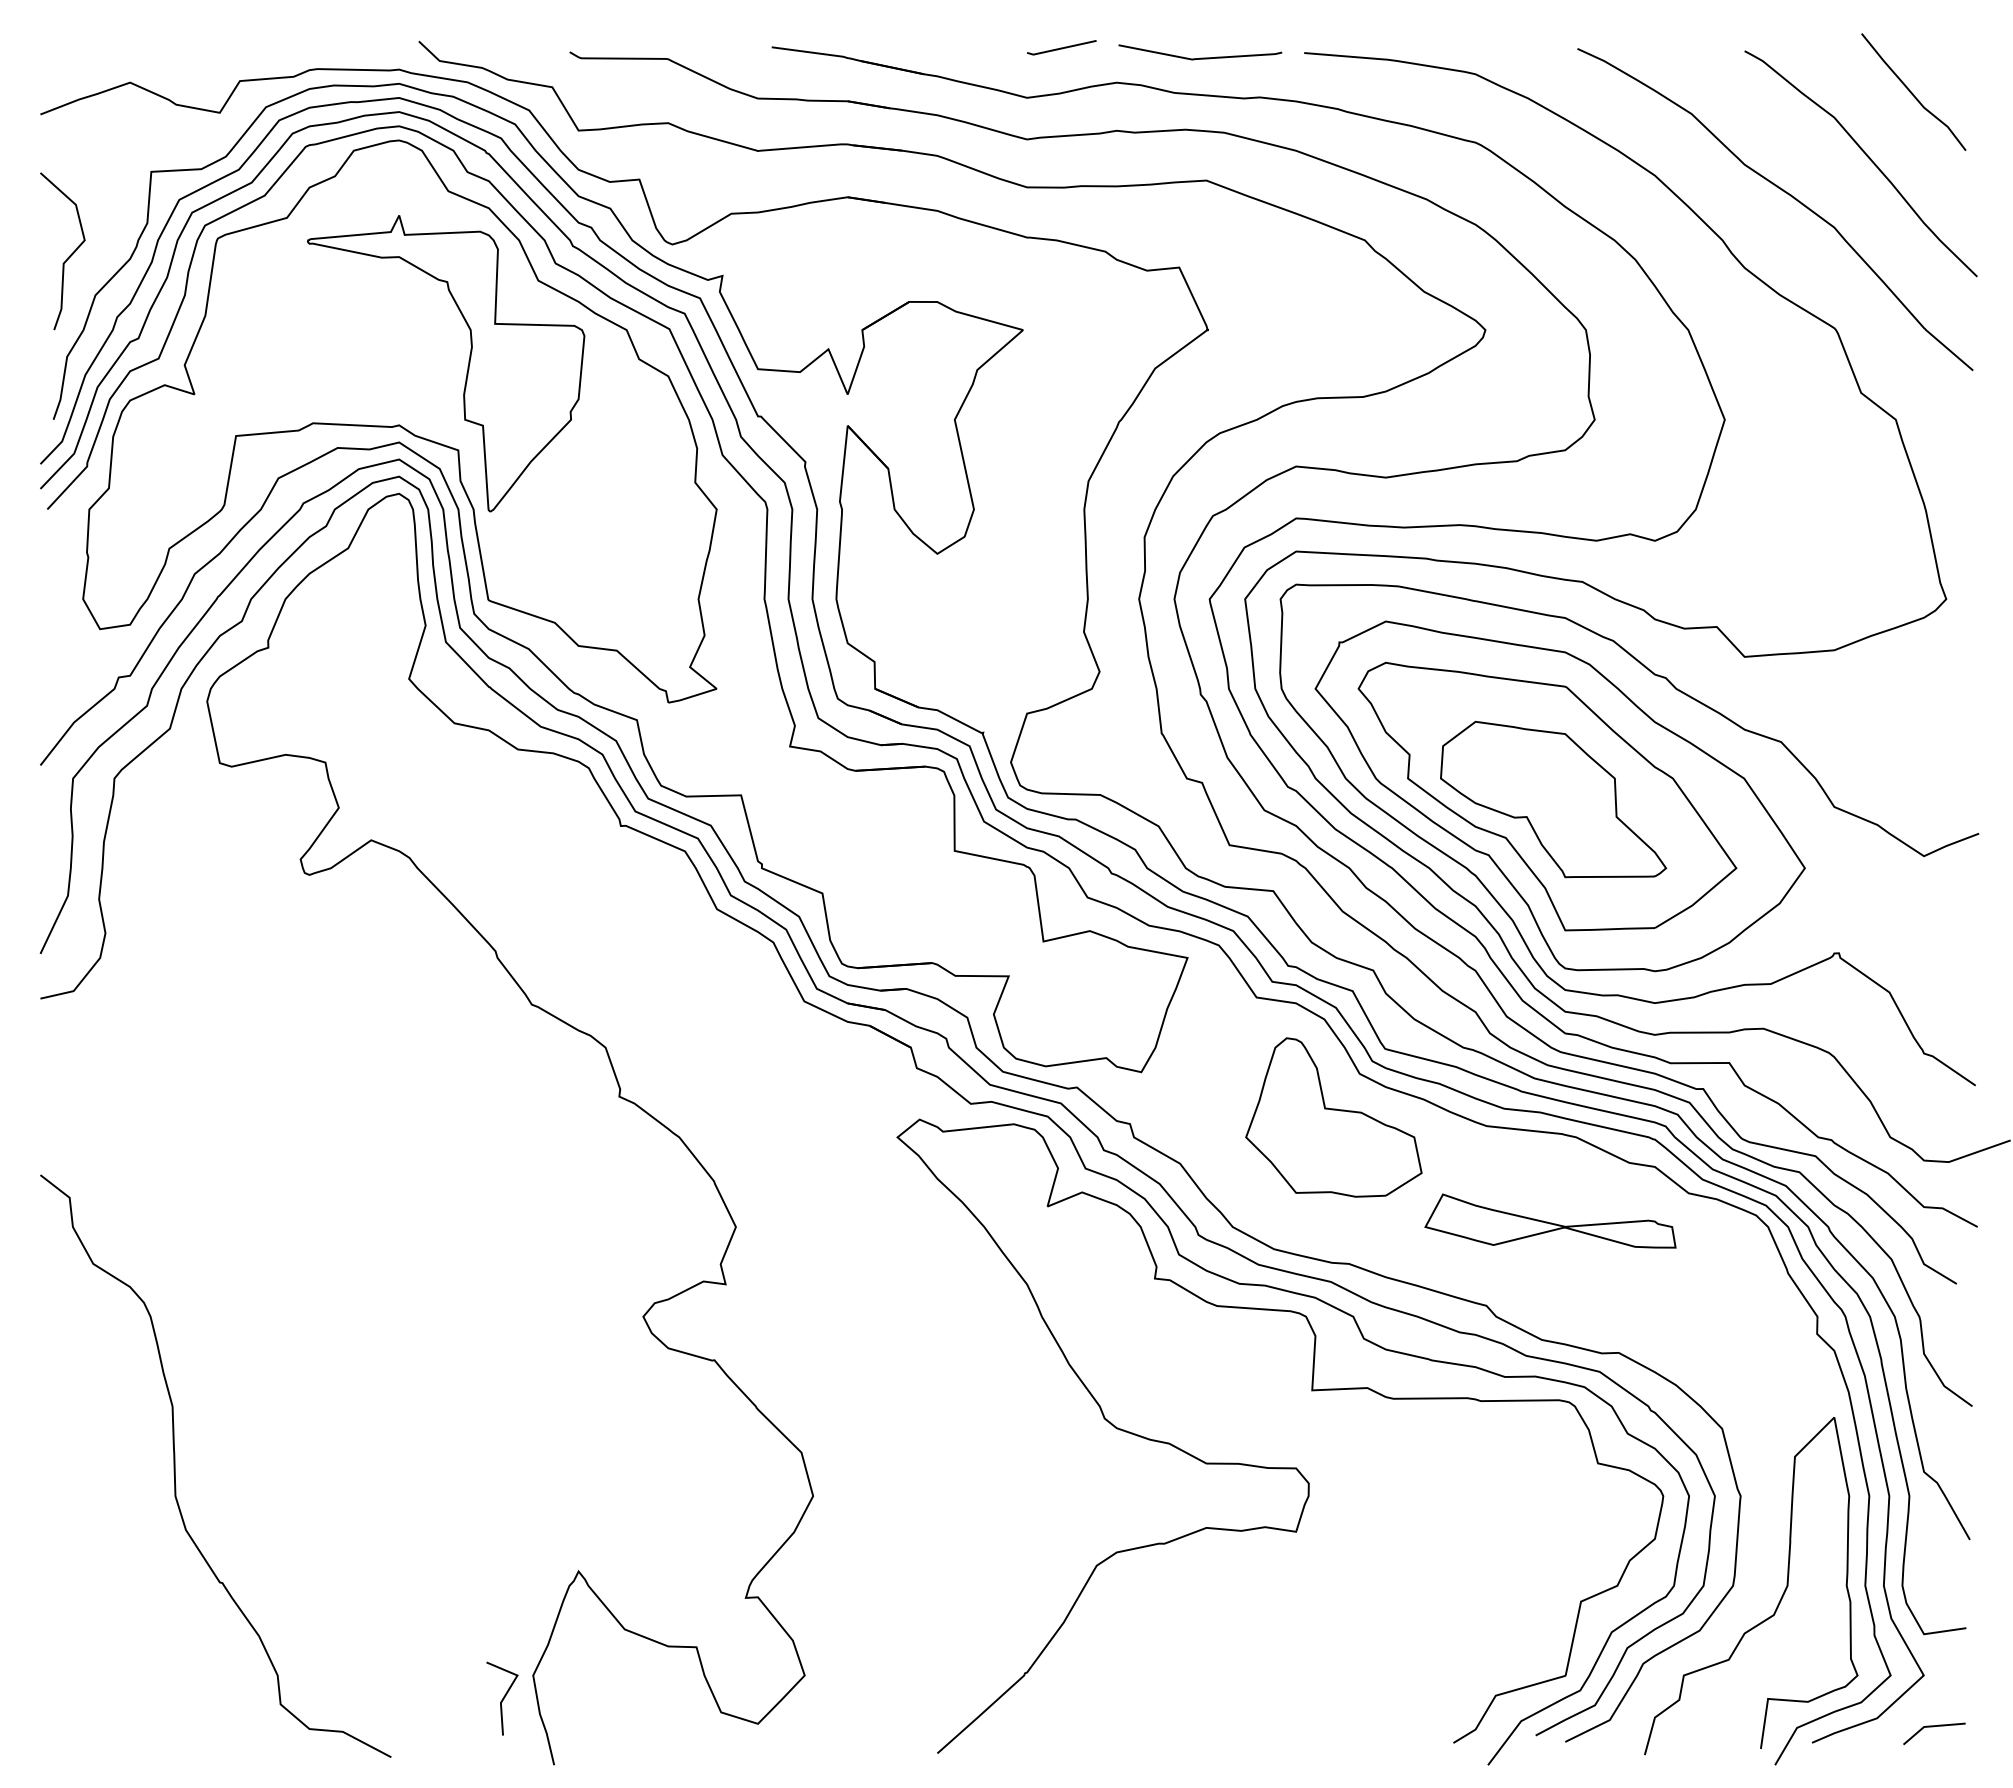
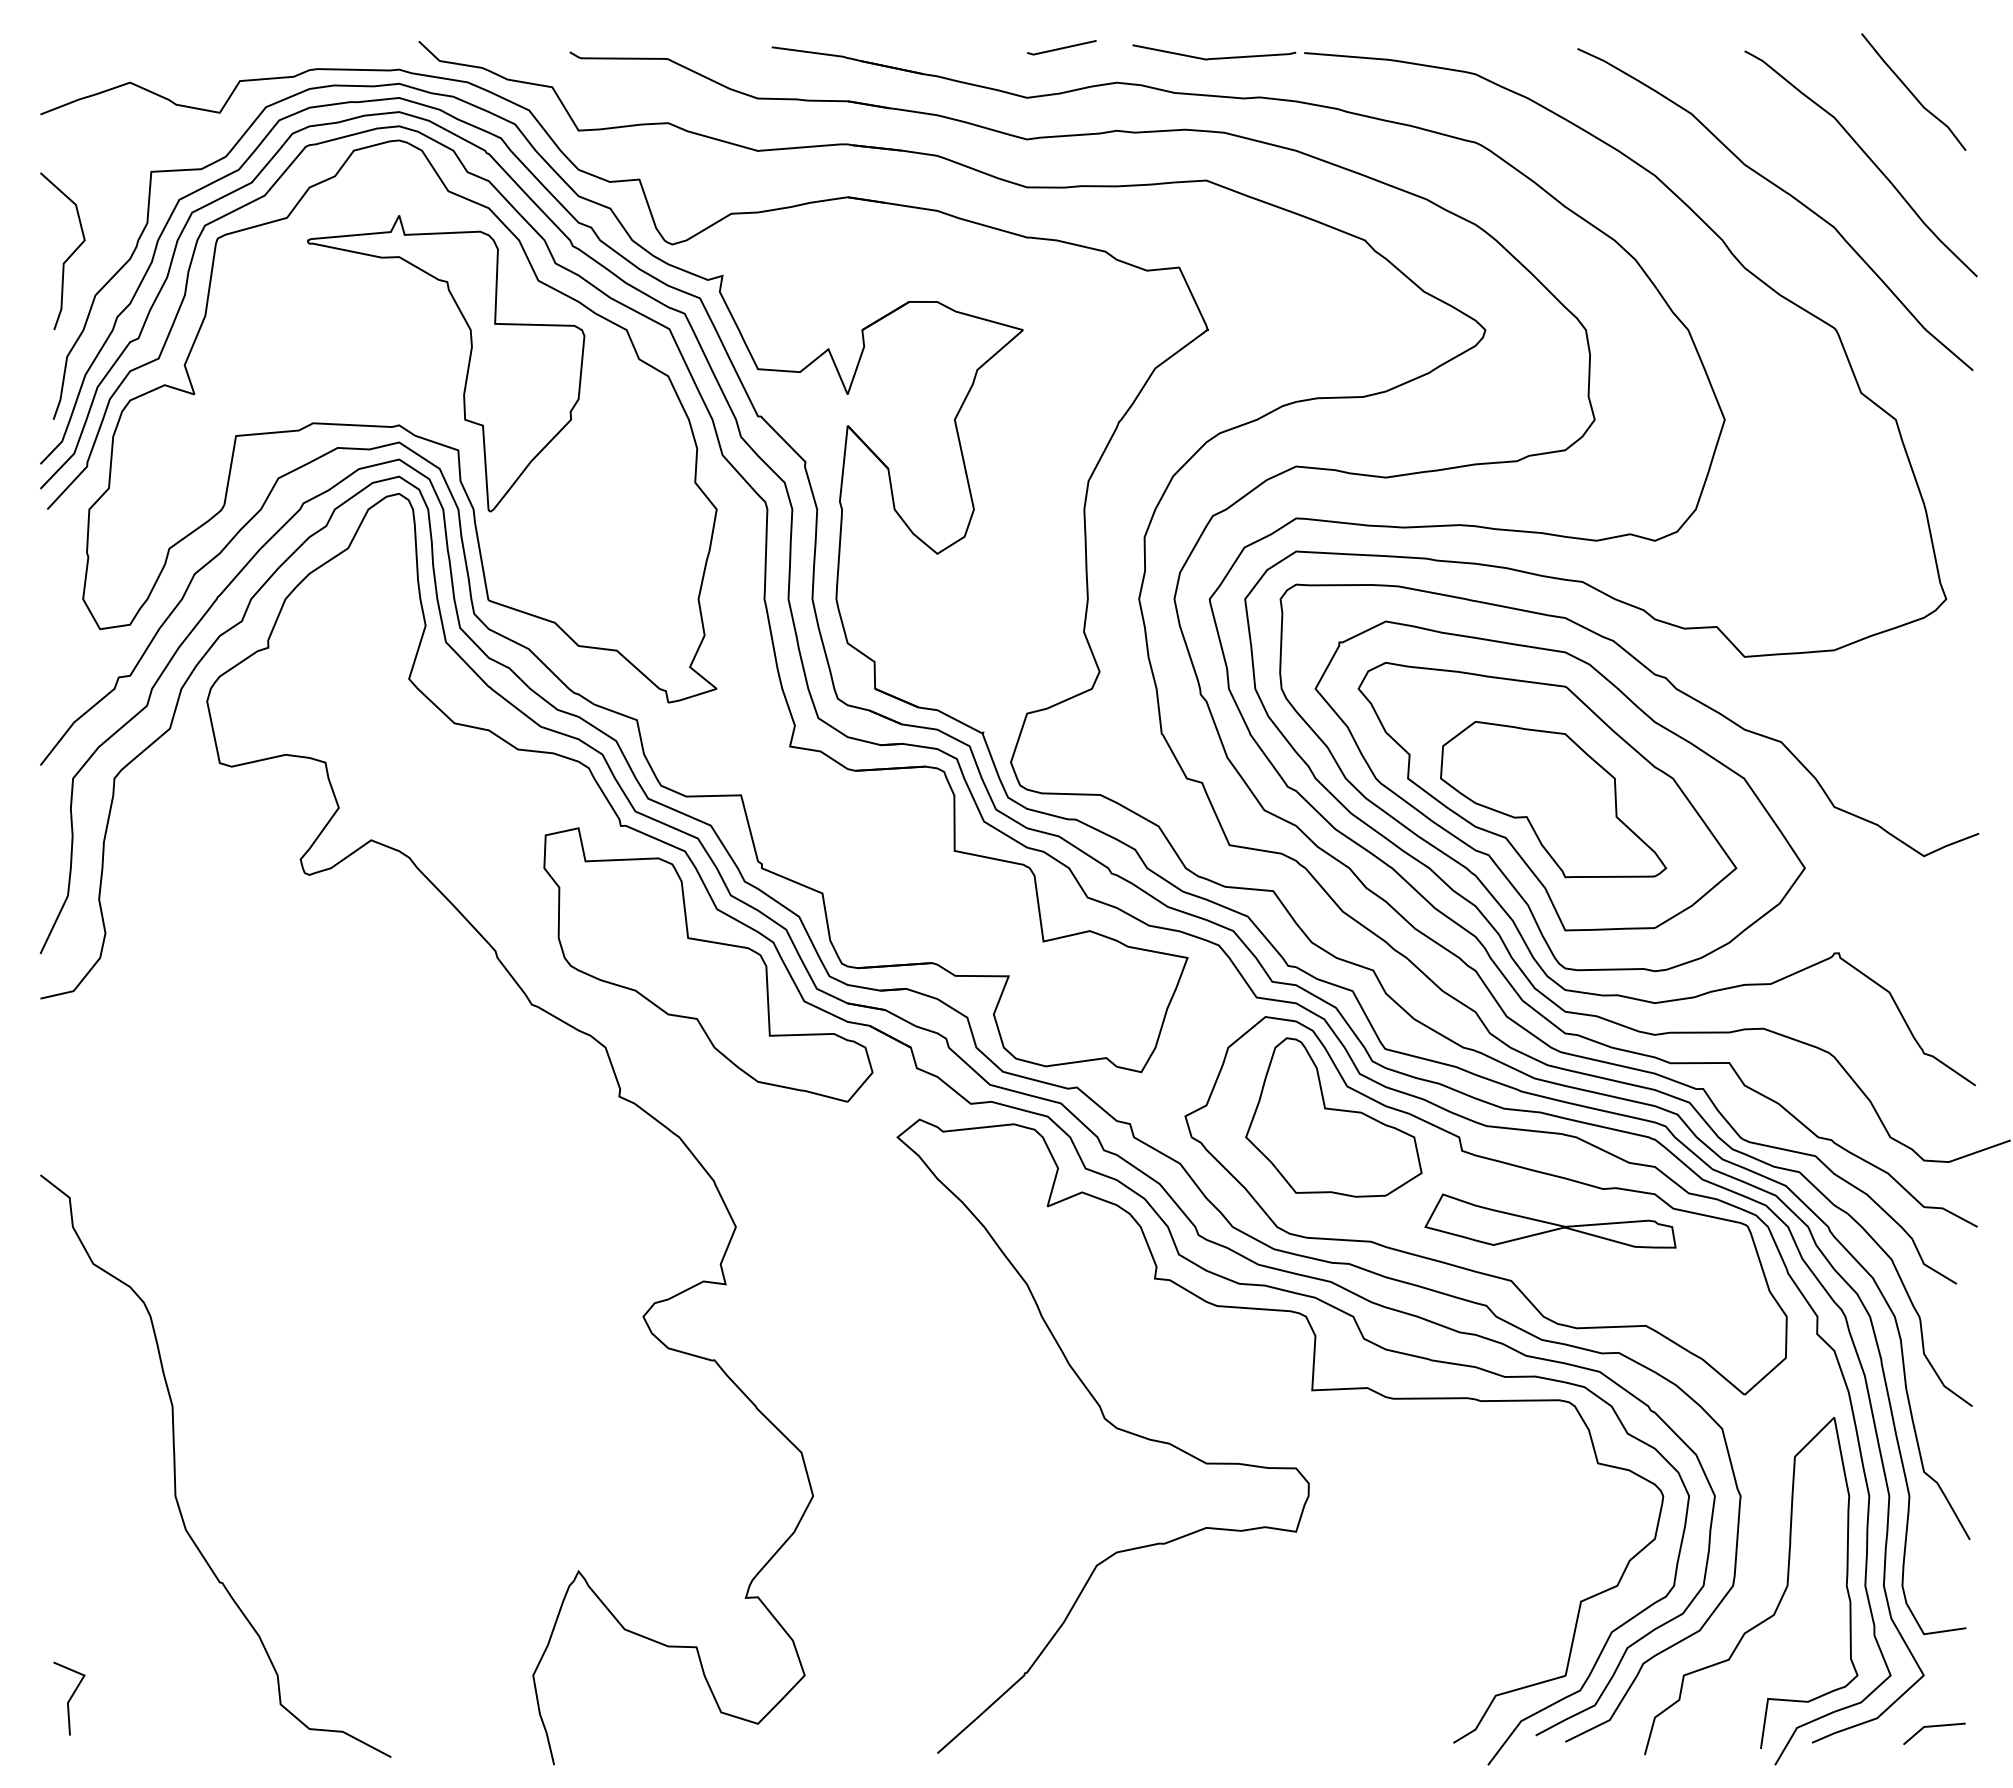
curve at (1200, 57) position: (1200, 57) -> (1214, 57)
part at (708, 964): none -> present
part at (1485, 1205): none -> present
line at (502, 1698) position: (502, 1698) -> (69, 1698)
